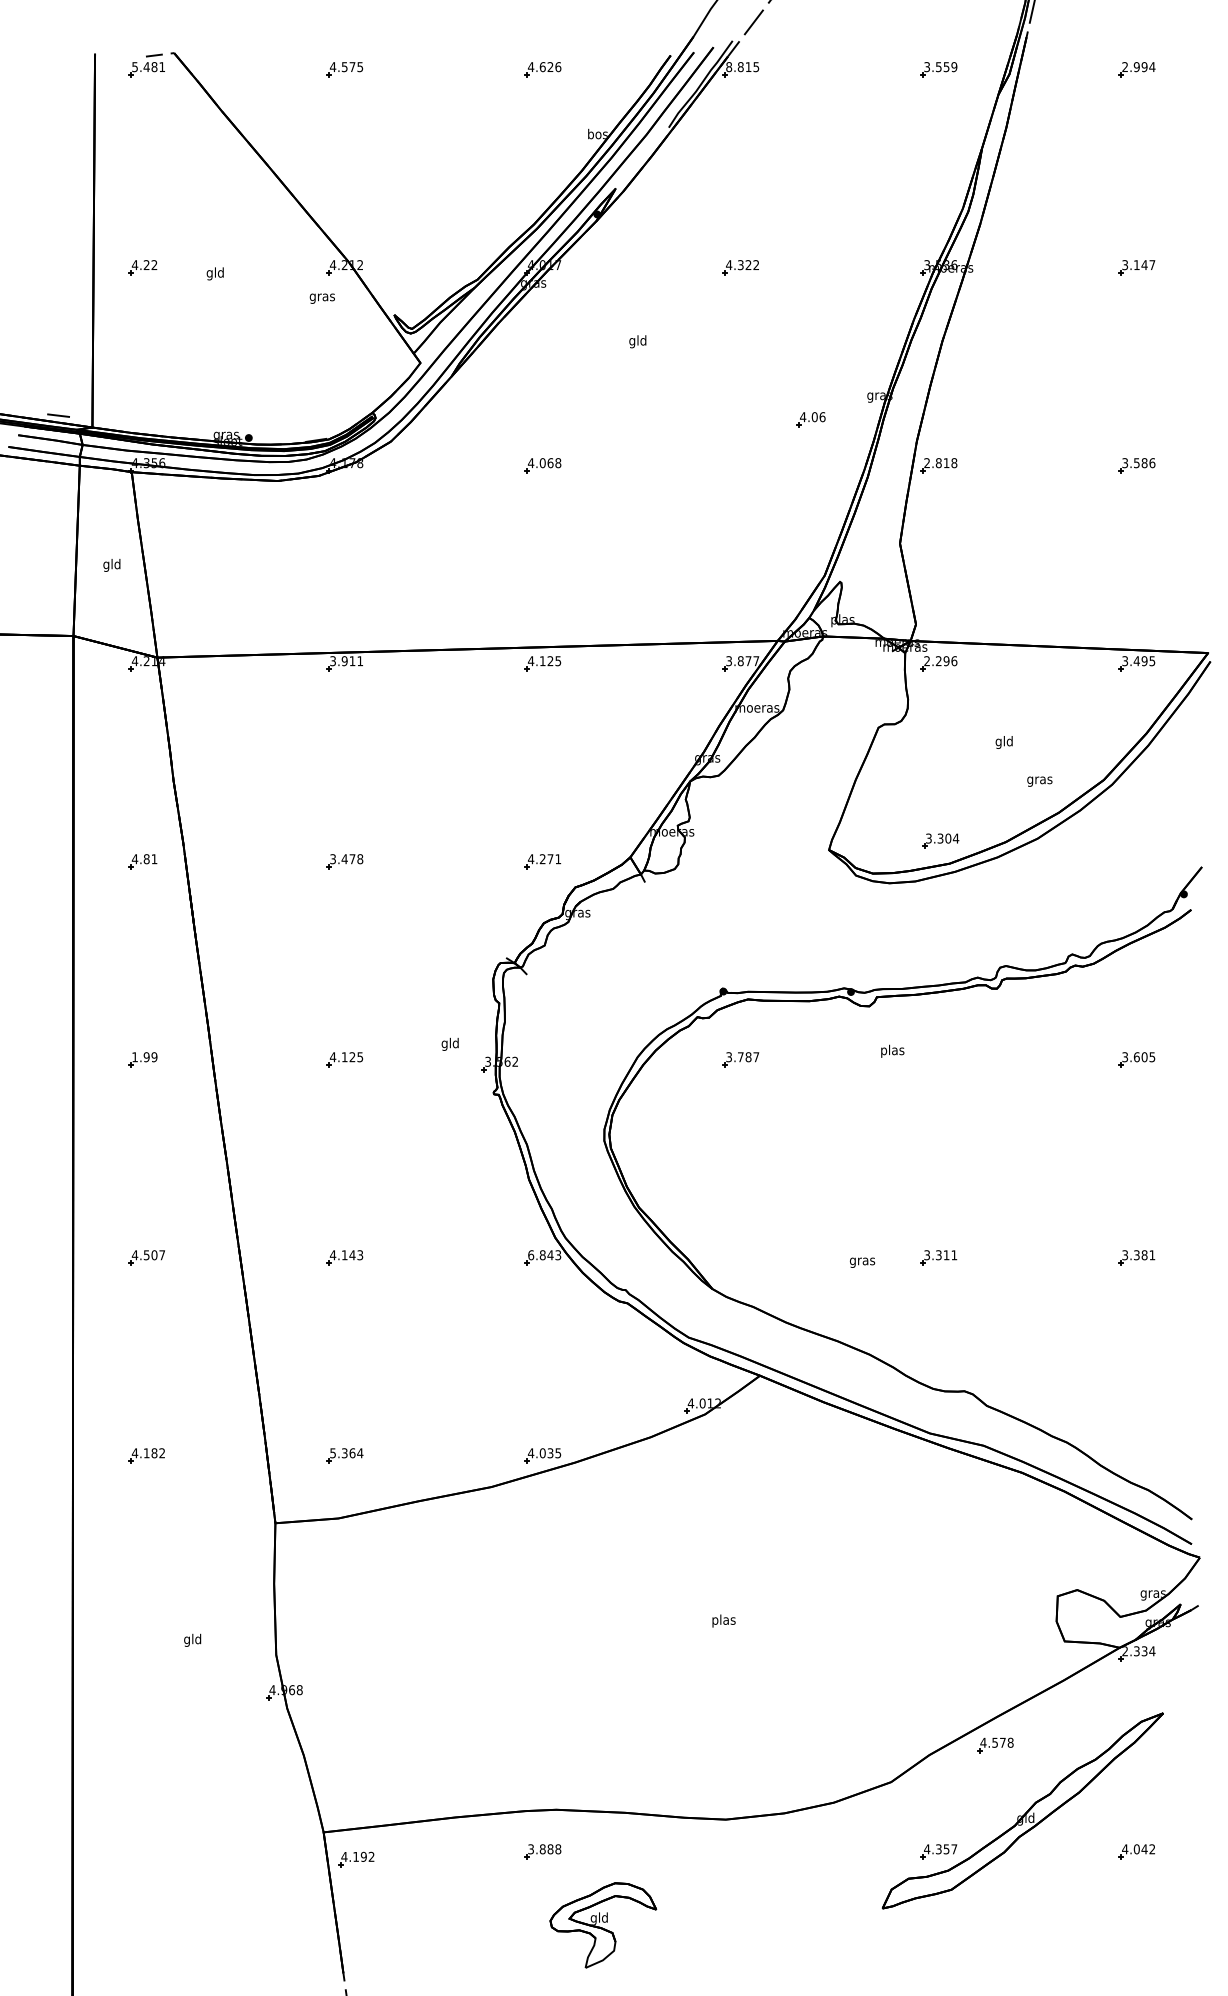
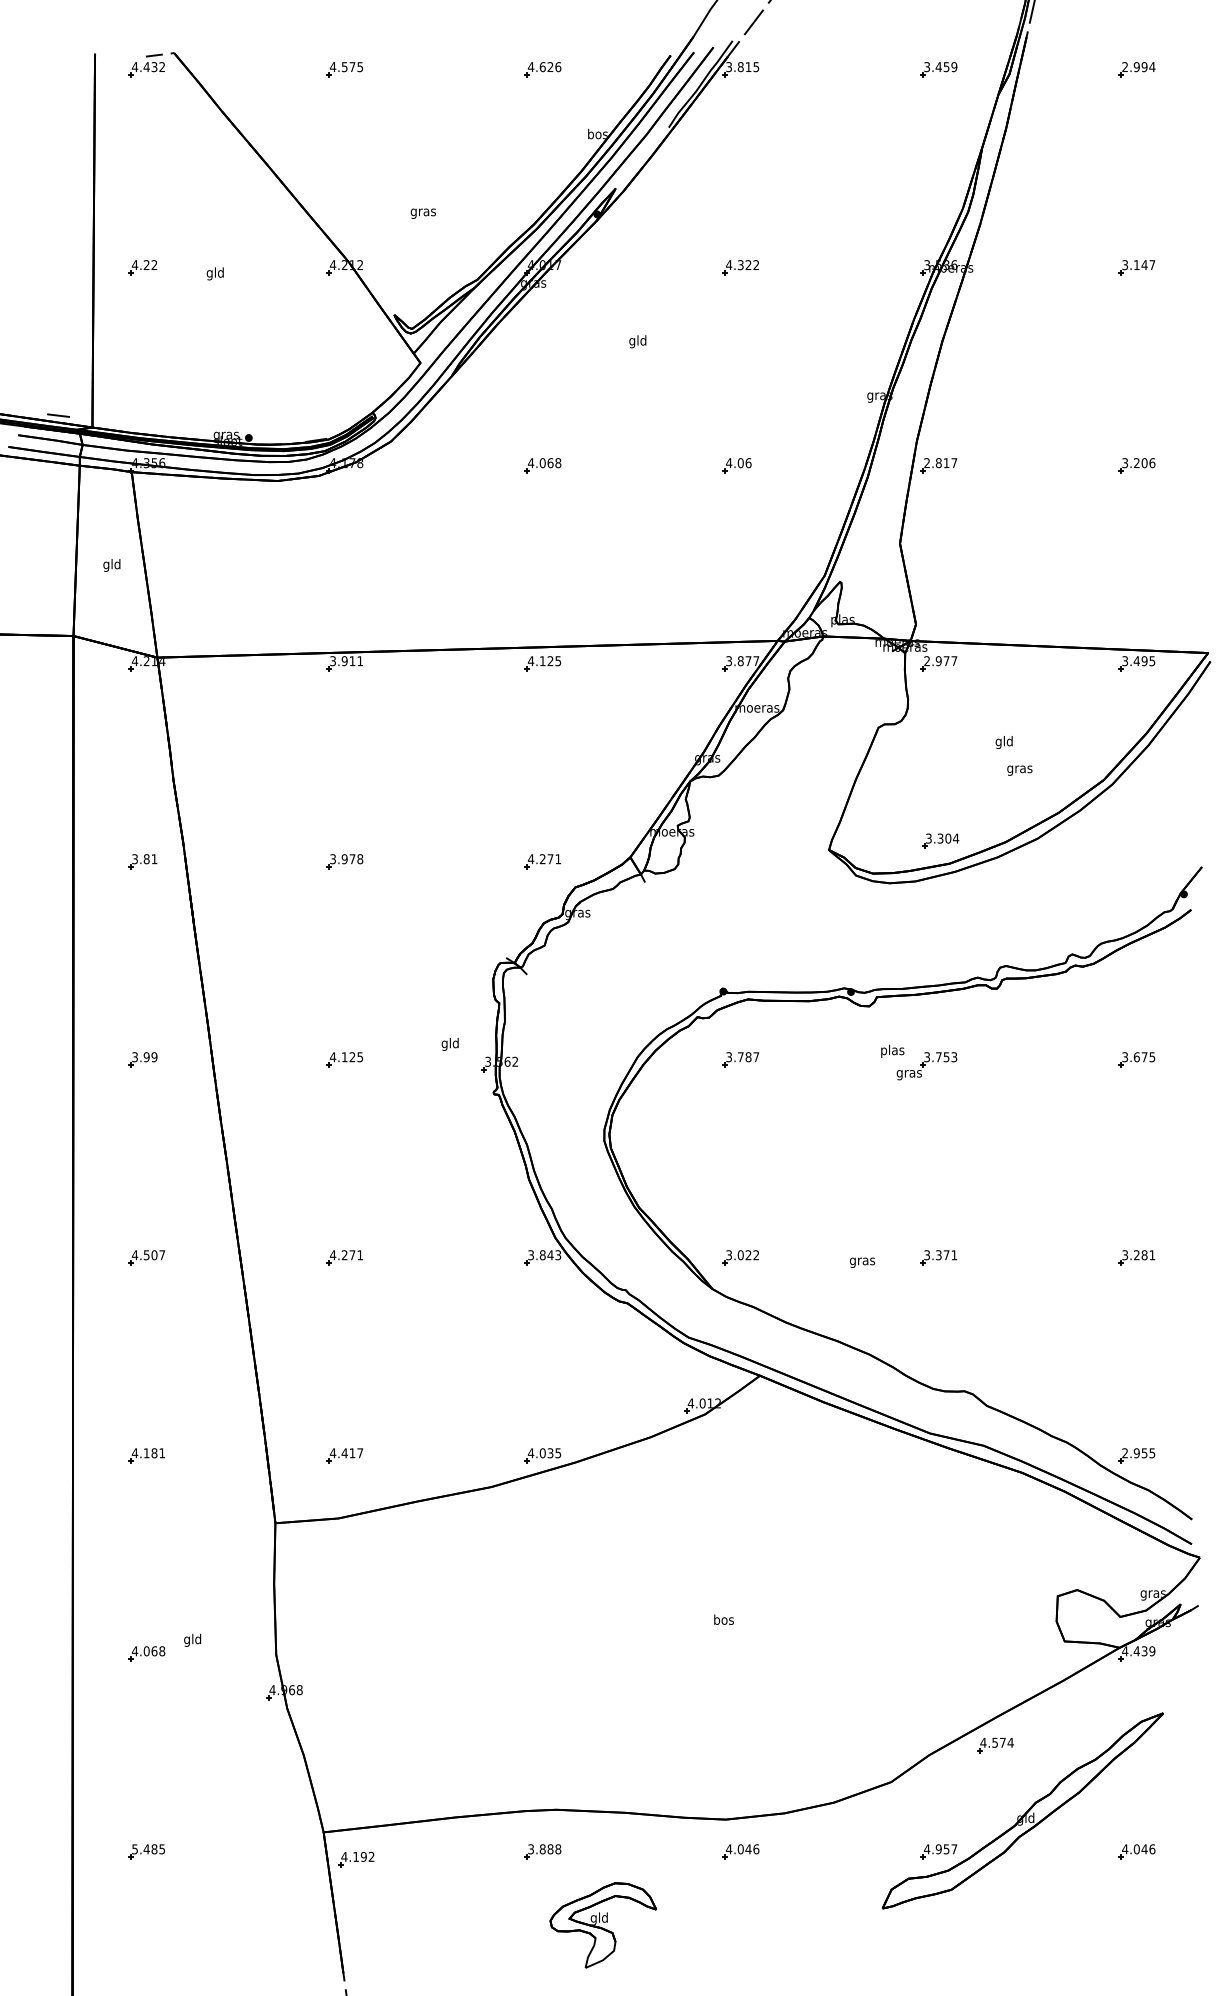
text at (147, 67): 5.481 -> 4.432
text at (729, 67): 8.815 -> 3.815
text at (938, 67): 3.559 -> 3.459
text at (321, 298) position: (321, 298) -> (422, 213)
part at (810, 419) position: (810, 419) -> (736, 465)
text at (954, 463): 2.818 -> 2.817
text at (1140, 463): 3.586 -> 3.206
text at (946, 661): 2.296 -> 2.977
text at (1039, 781) position: (1039, 781) -> (1019, 770)
text at (134, 859): 4.81 -> 3.81
text at (344, 859): 3.478 -> 3.978
text at (134, 1057): 1.99 -> 3.99
text at (1144, 1057): 3.605 -> 3.675
part at (926, 1066): none -> present
text at (352, 1255): 4.143 -> 4.271
text at (531, 1255): 6.843 -> 3.843
text at (946, 1255): 3.311 -> 3.371
text at (1136, 1255): 3.381 -> 3.281
part at (740, 1257): none -> present
text at (161, 1453): 4.182 -> 4.181
text at (346, 1453): 5.364 -> 4.417
part at (1136, 1455): none -> present
text at (723, 1620): plas -> bos
text at (1138, 1651): 2.334 -> 4.439
part at (146, 1653): none -> present
text at (1010, 1742): 4.578 -> 4.574
text at (938, 1849): 4.357 -> 4.957
text at (1152, 1849): 4.042 -> 4.046
part at (146, 1851): none -> present
part at (740, 1851): none -> present
